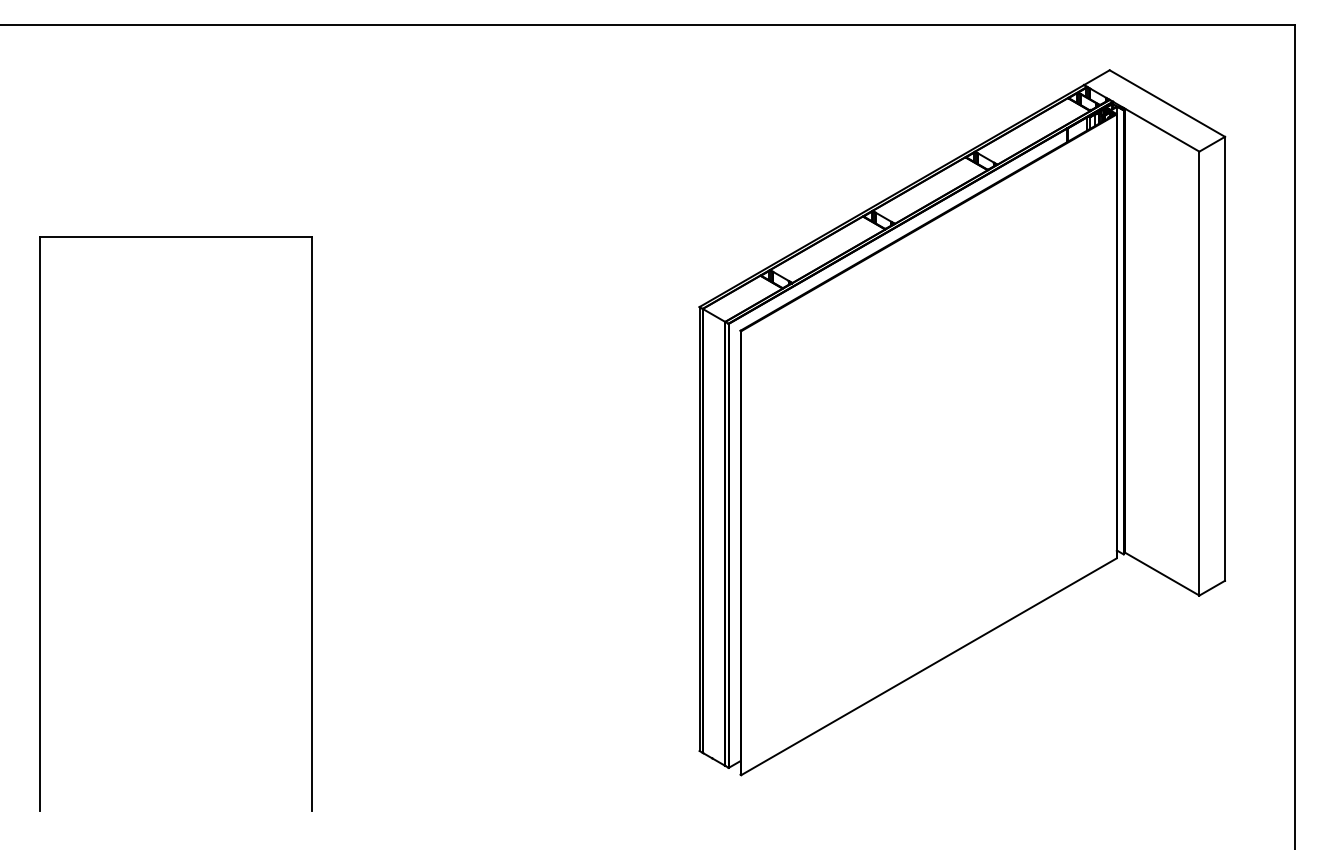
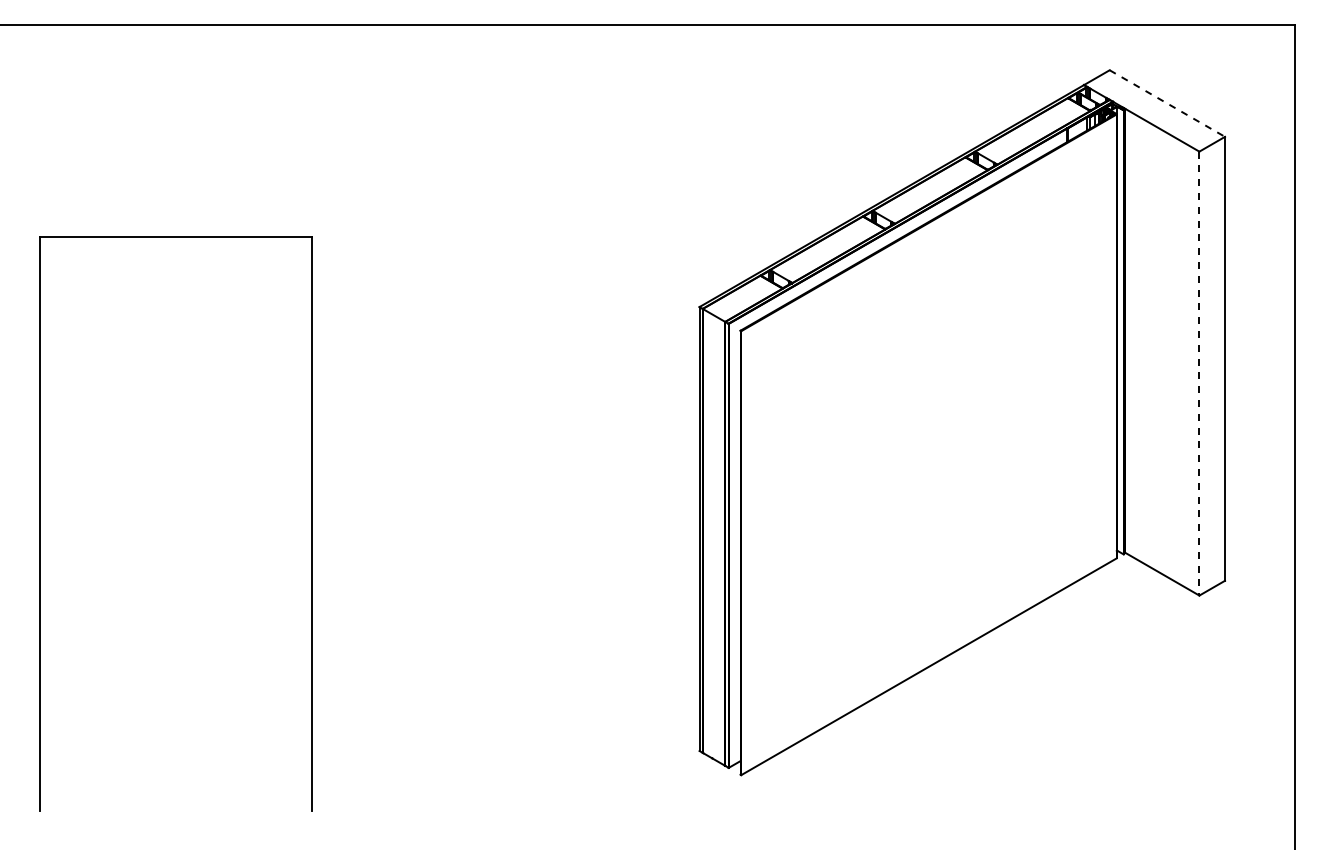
line at (1167, 103): solid -> dashed
line at (1199, 373): solid -> dashed
